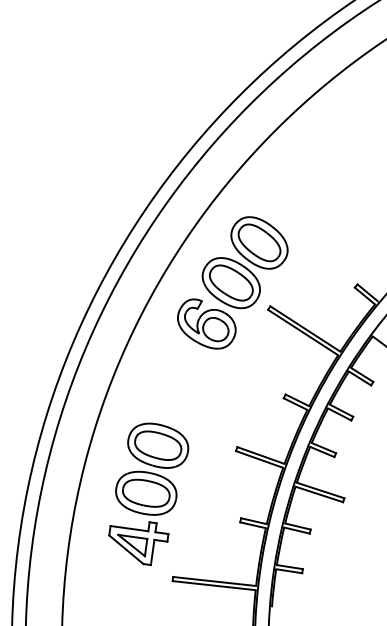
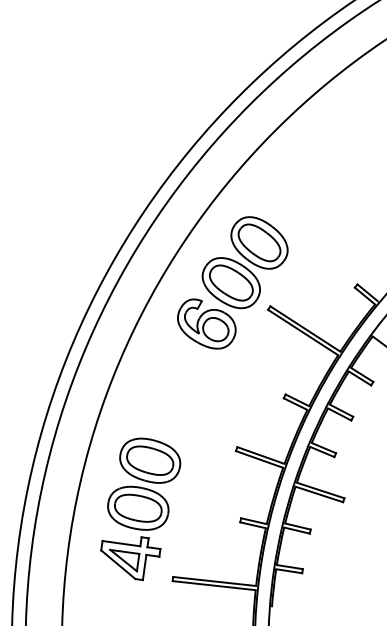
part at (148, 494) position: (148, 494) -> (140, 509)
